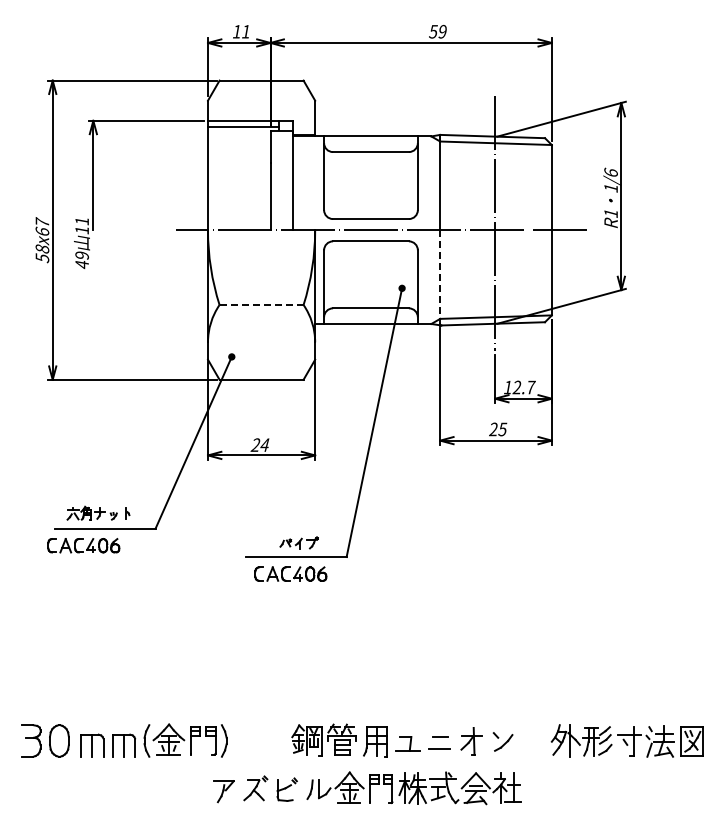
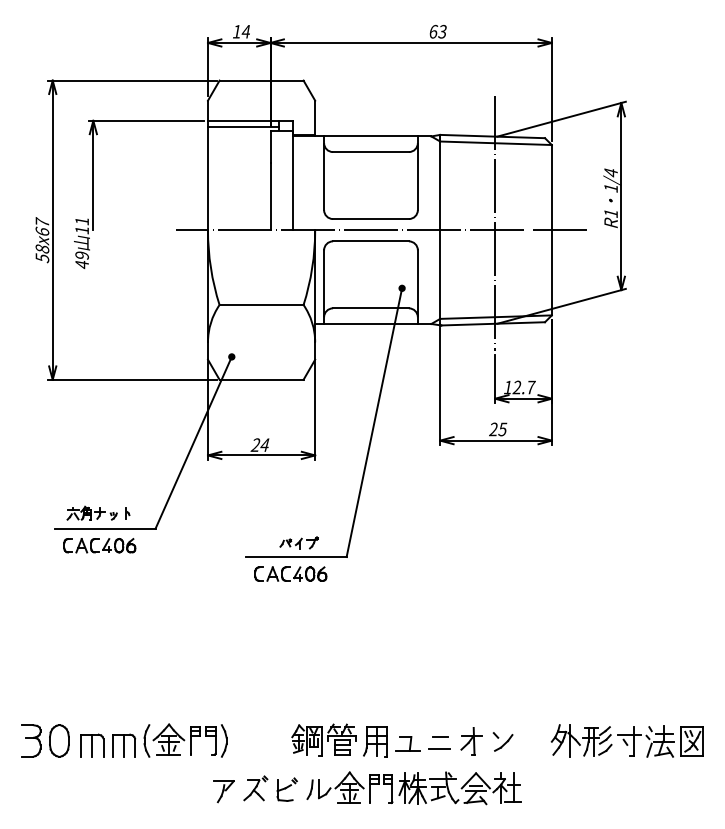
text at (245, 31): 11 -> 14
text at (437, 31): 59 -> 63
text at (610, 172): 1/6 -> 1/4
line at (440, 277): dashed -> solid
line at (261, 304): dashed -> solid
part at (83, 545) position: (83, 545) -> (99, 545)
